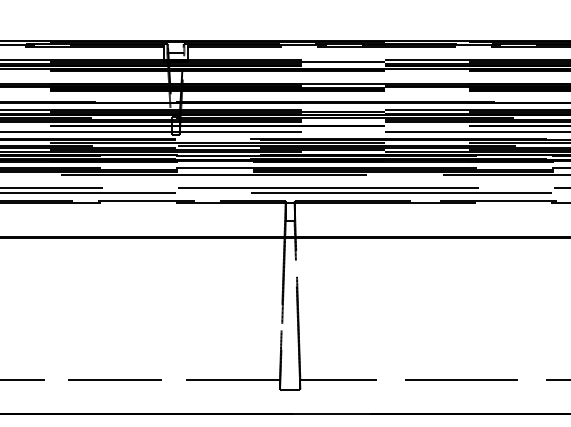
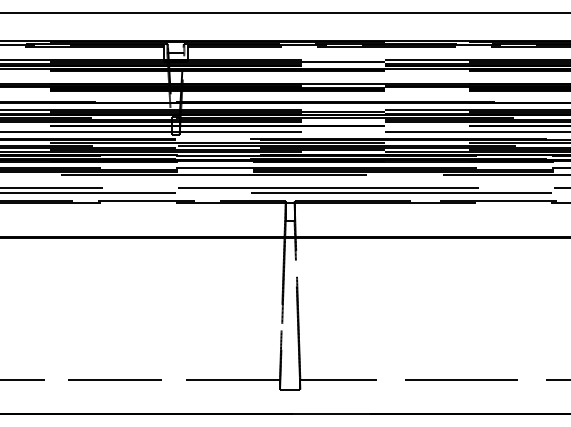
line at (284, 12): none -> present
